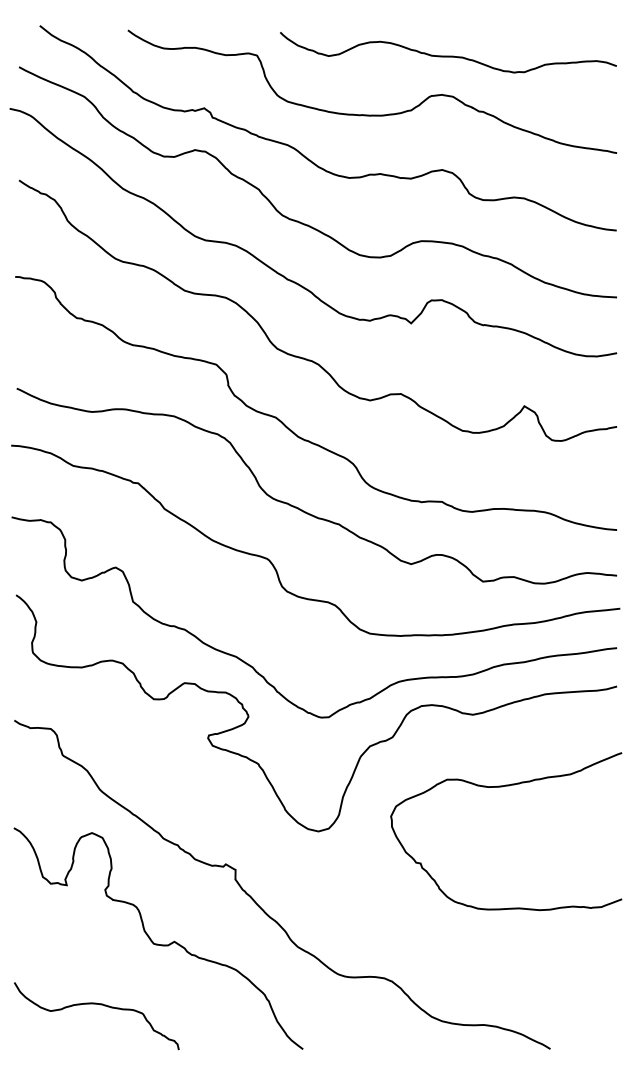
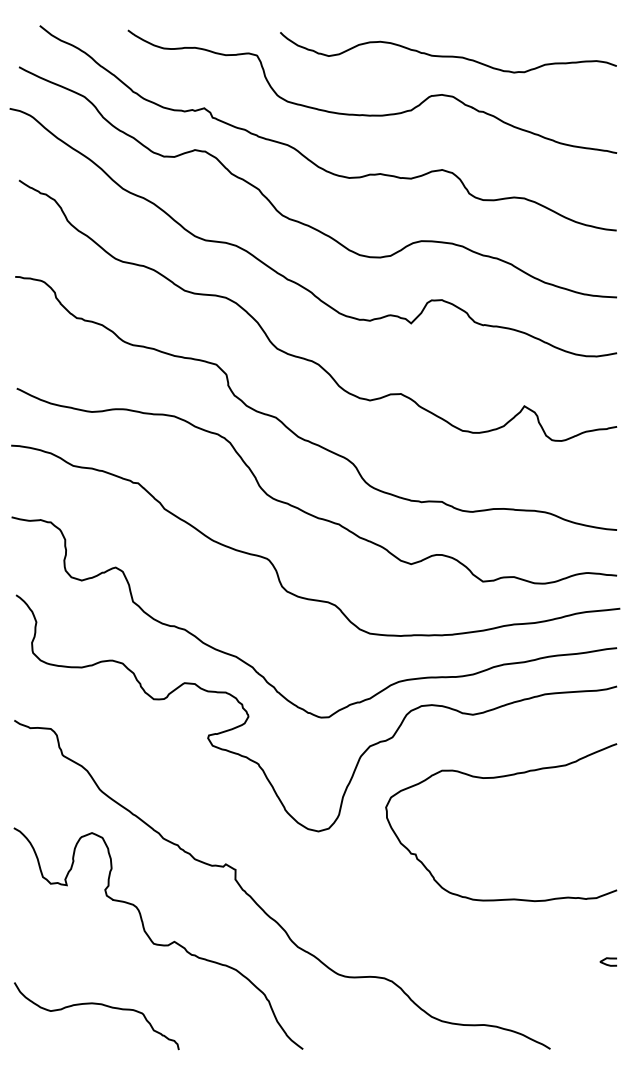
curve at (502, 787) position: (502, 787) -> (497, 778)
curve at (607, 959): none -> present
